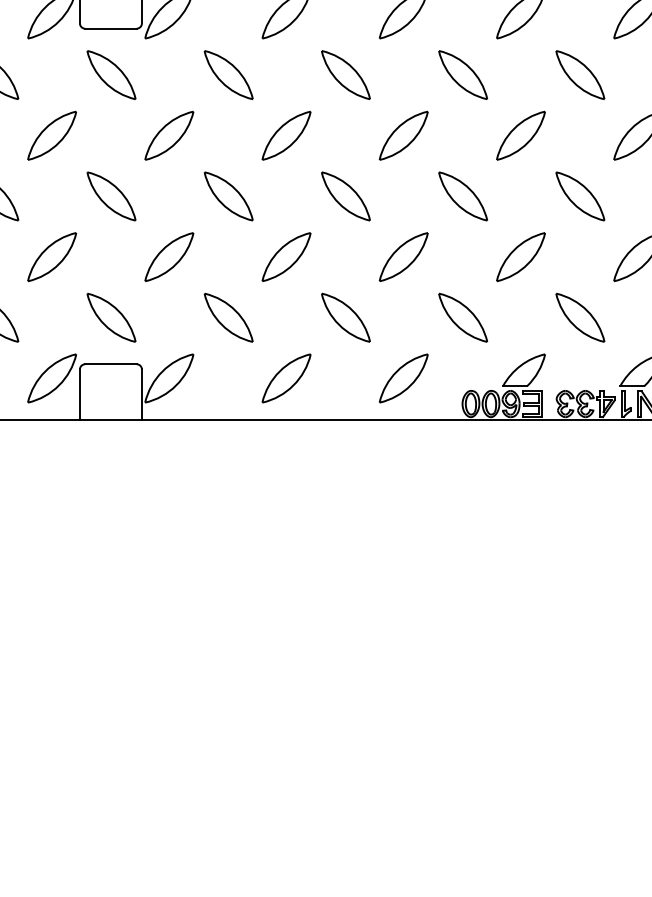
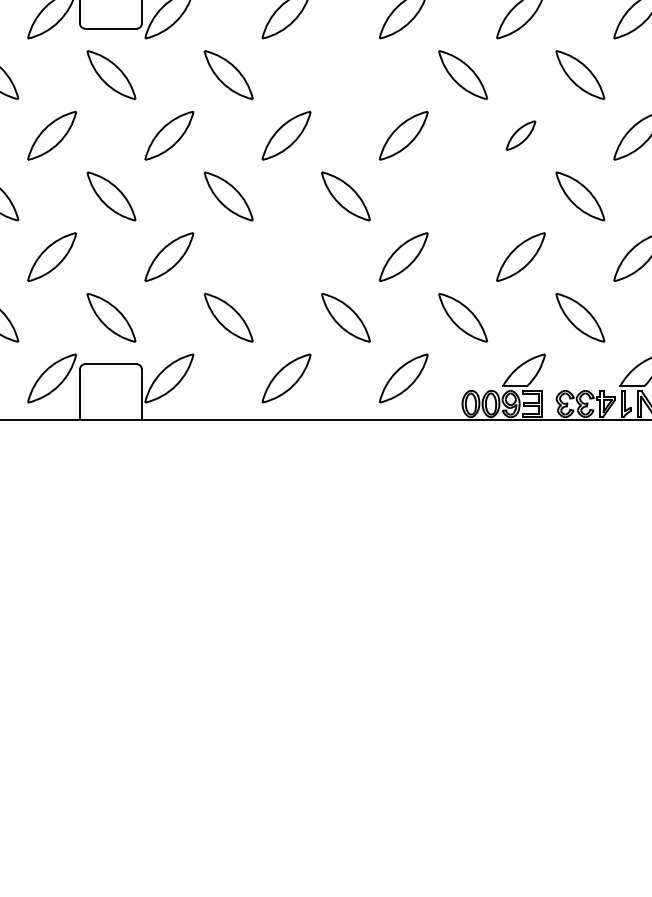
part at (345, 75): present -> none
part at (520, 135) size: 50x51 px -> 32x31 px
part at (462, 196): present -> none
part at (286, 256): present -> none
